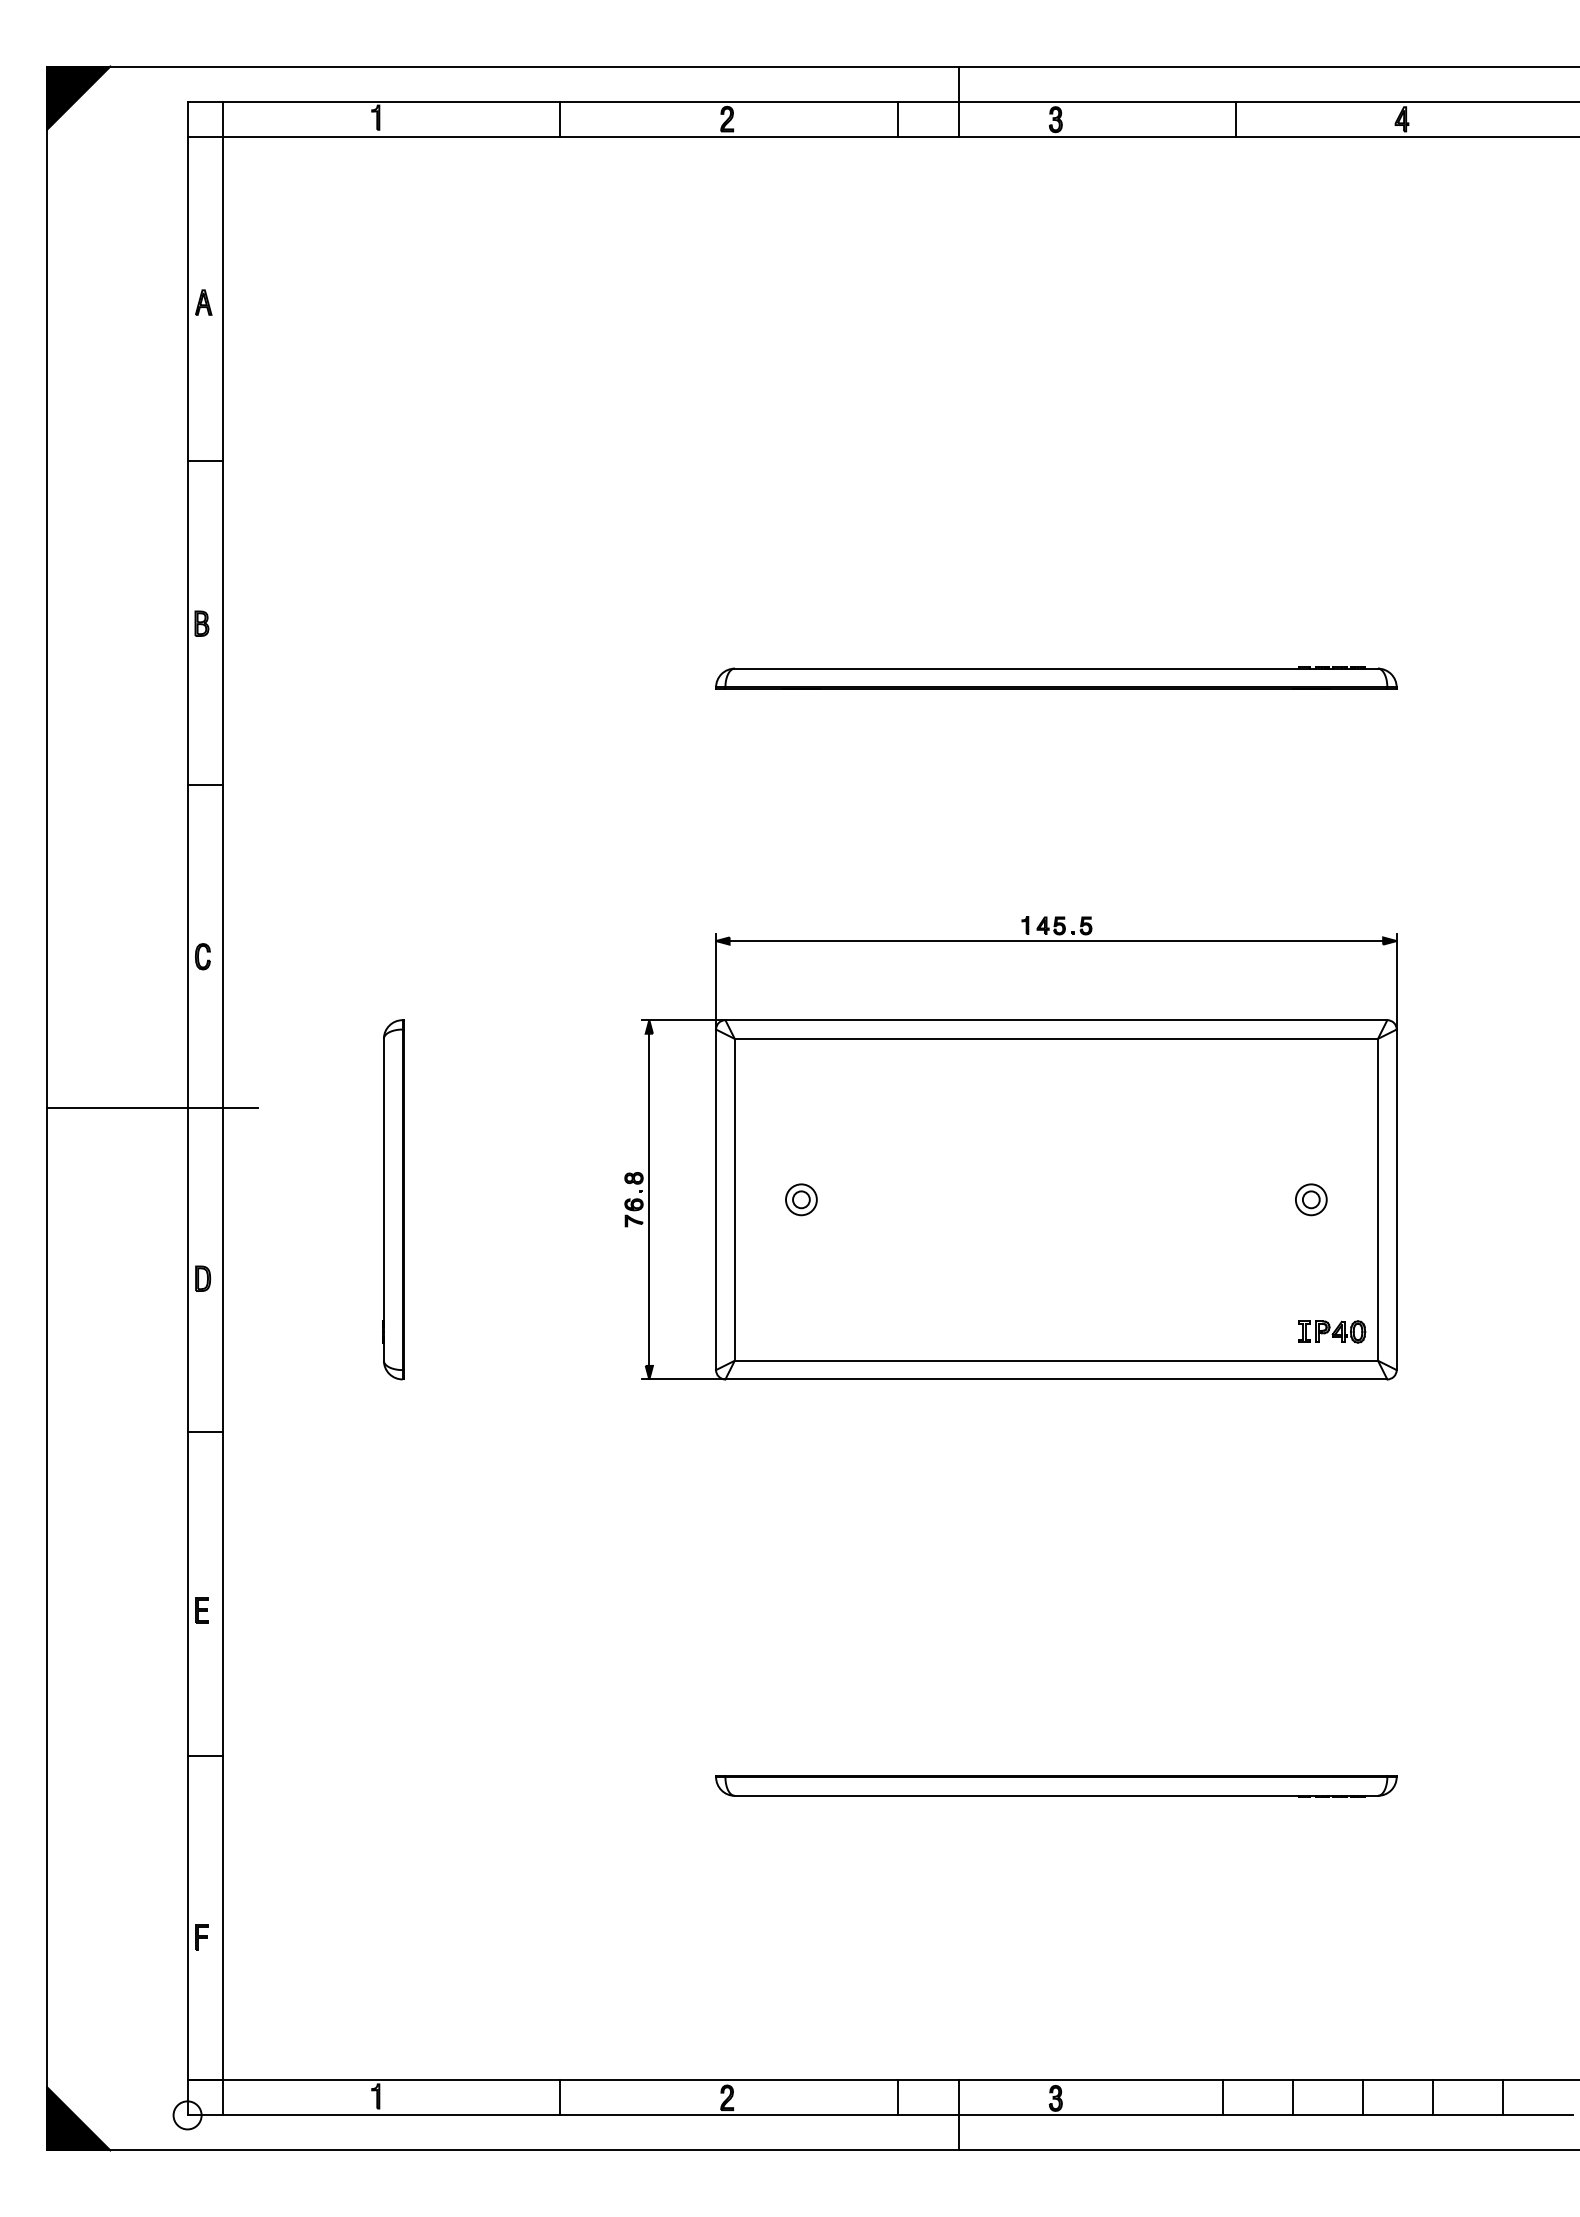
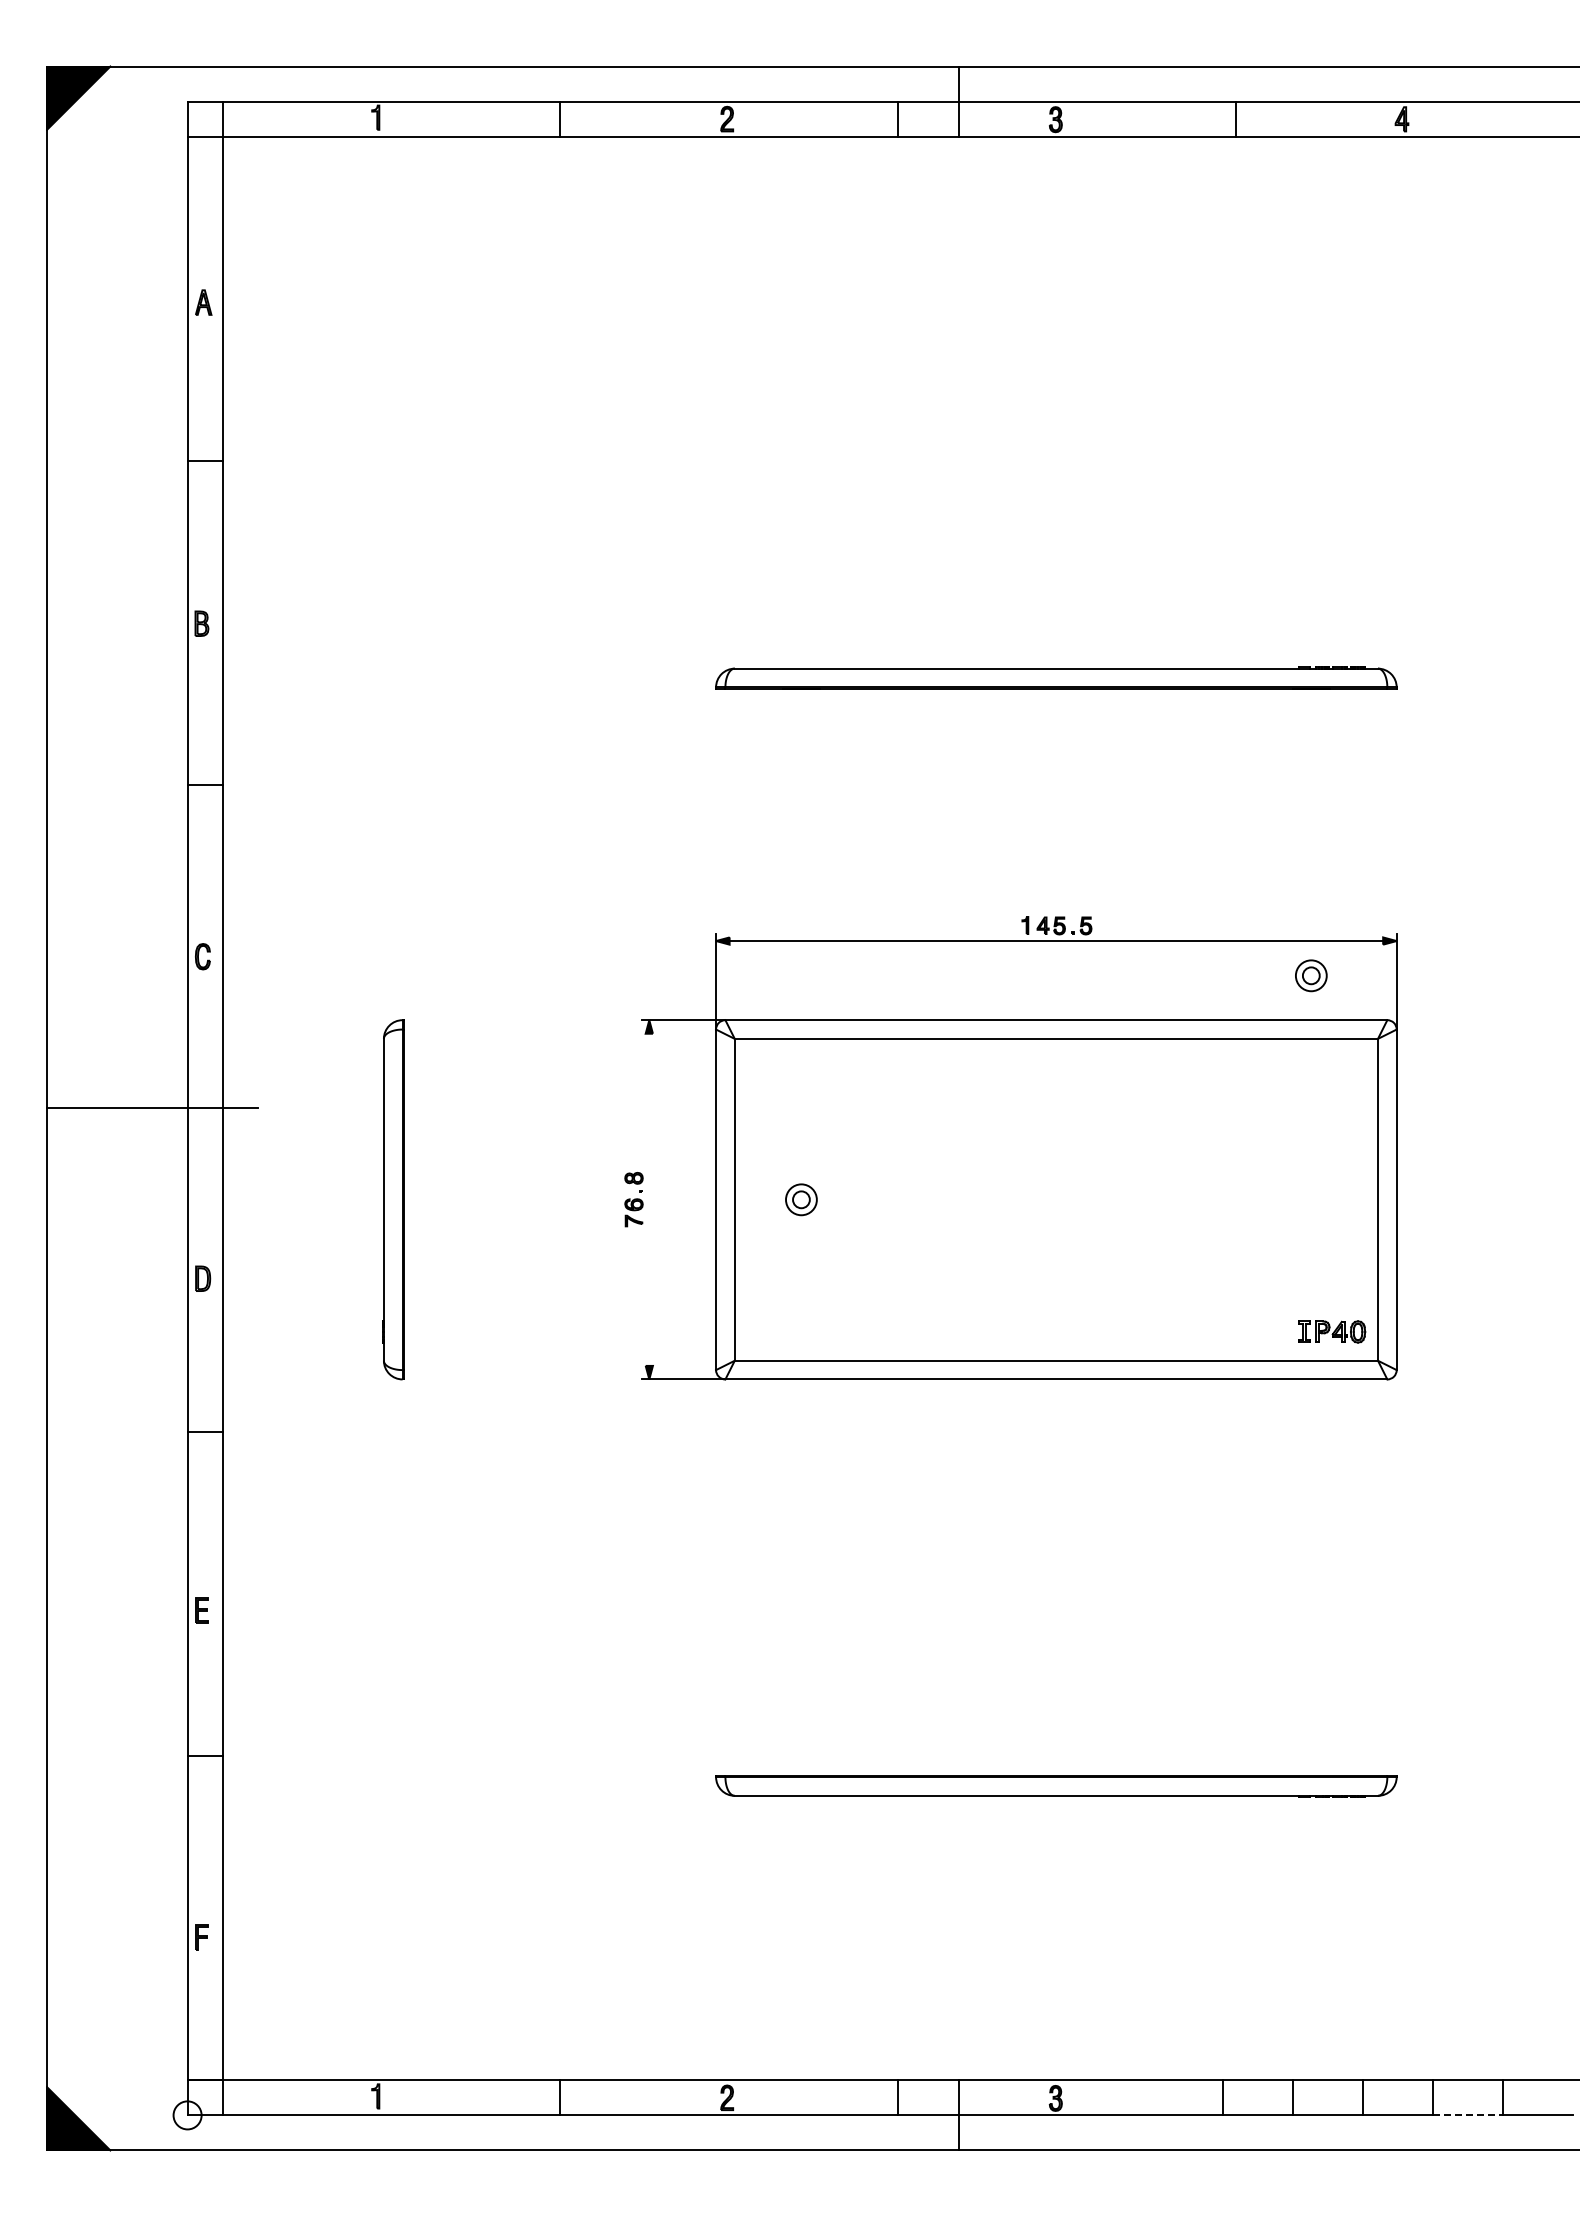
line at (649, 1199): present -> none
part at (1311, 1199) position: (1311, 1199) -> (1311, 975)
line at (1468, 2115): solid -> dashed
